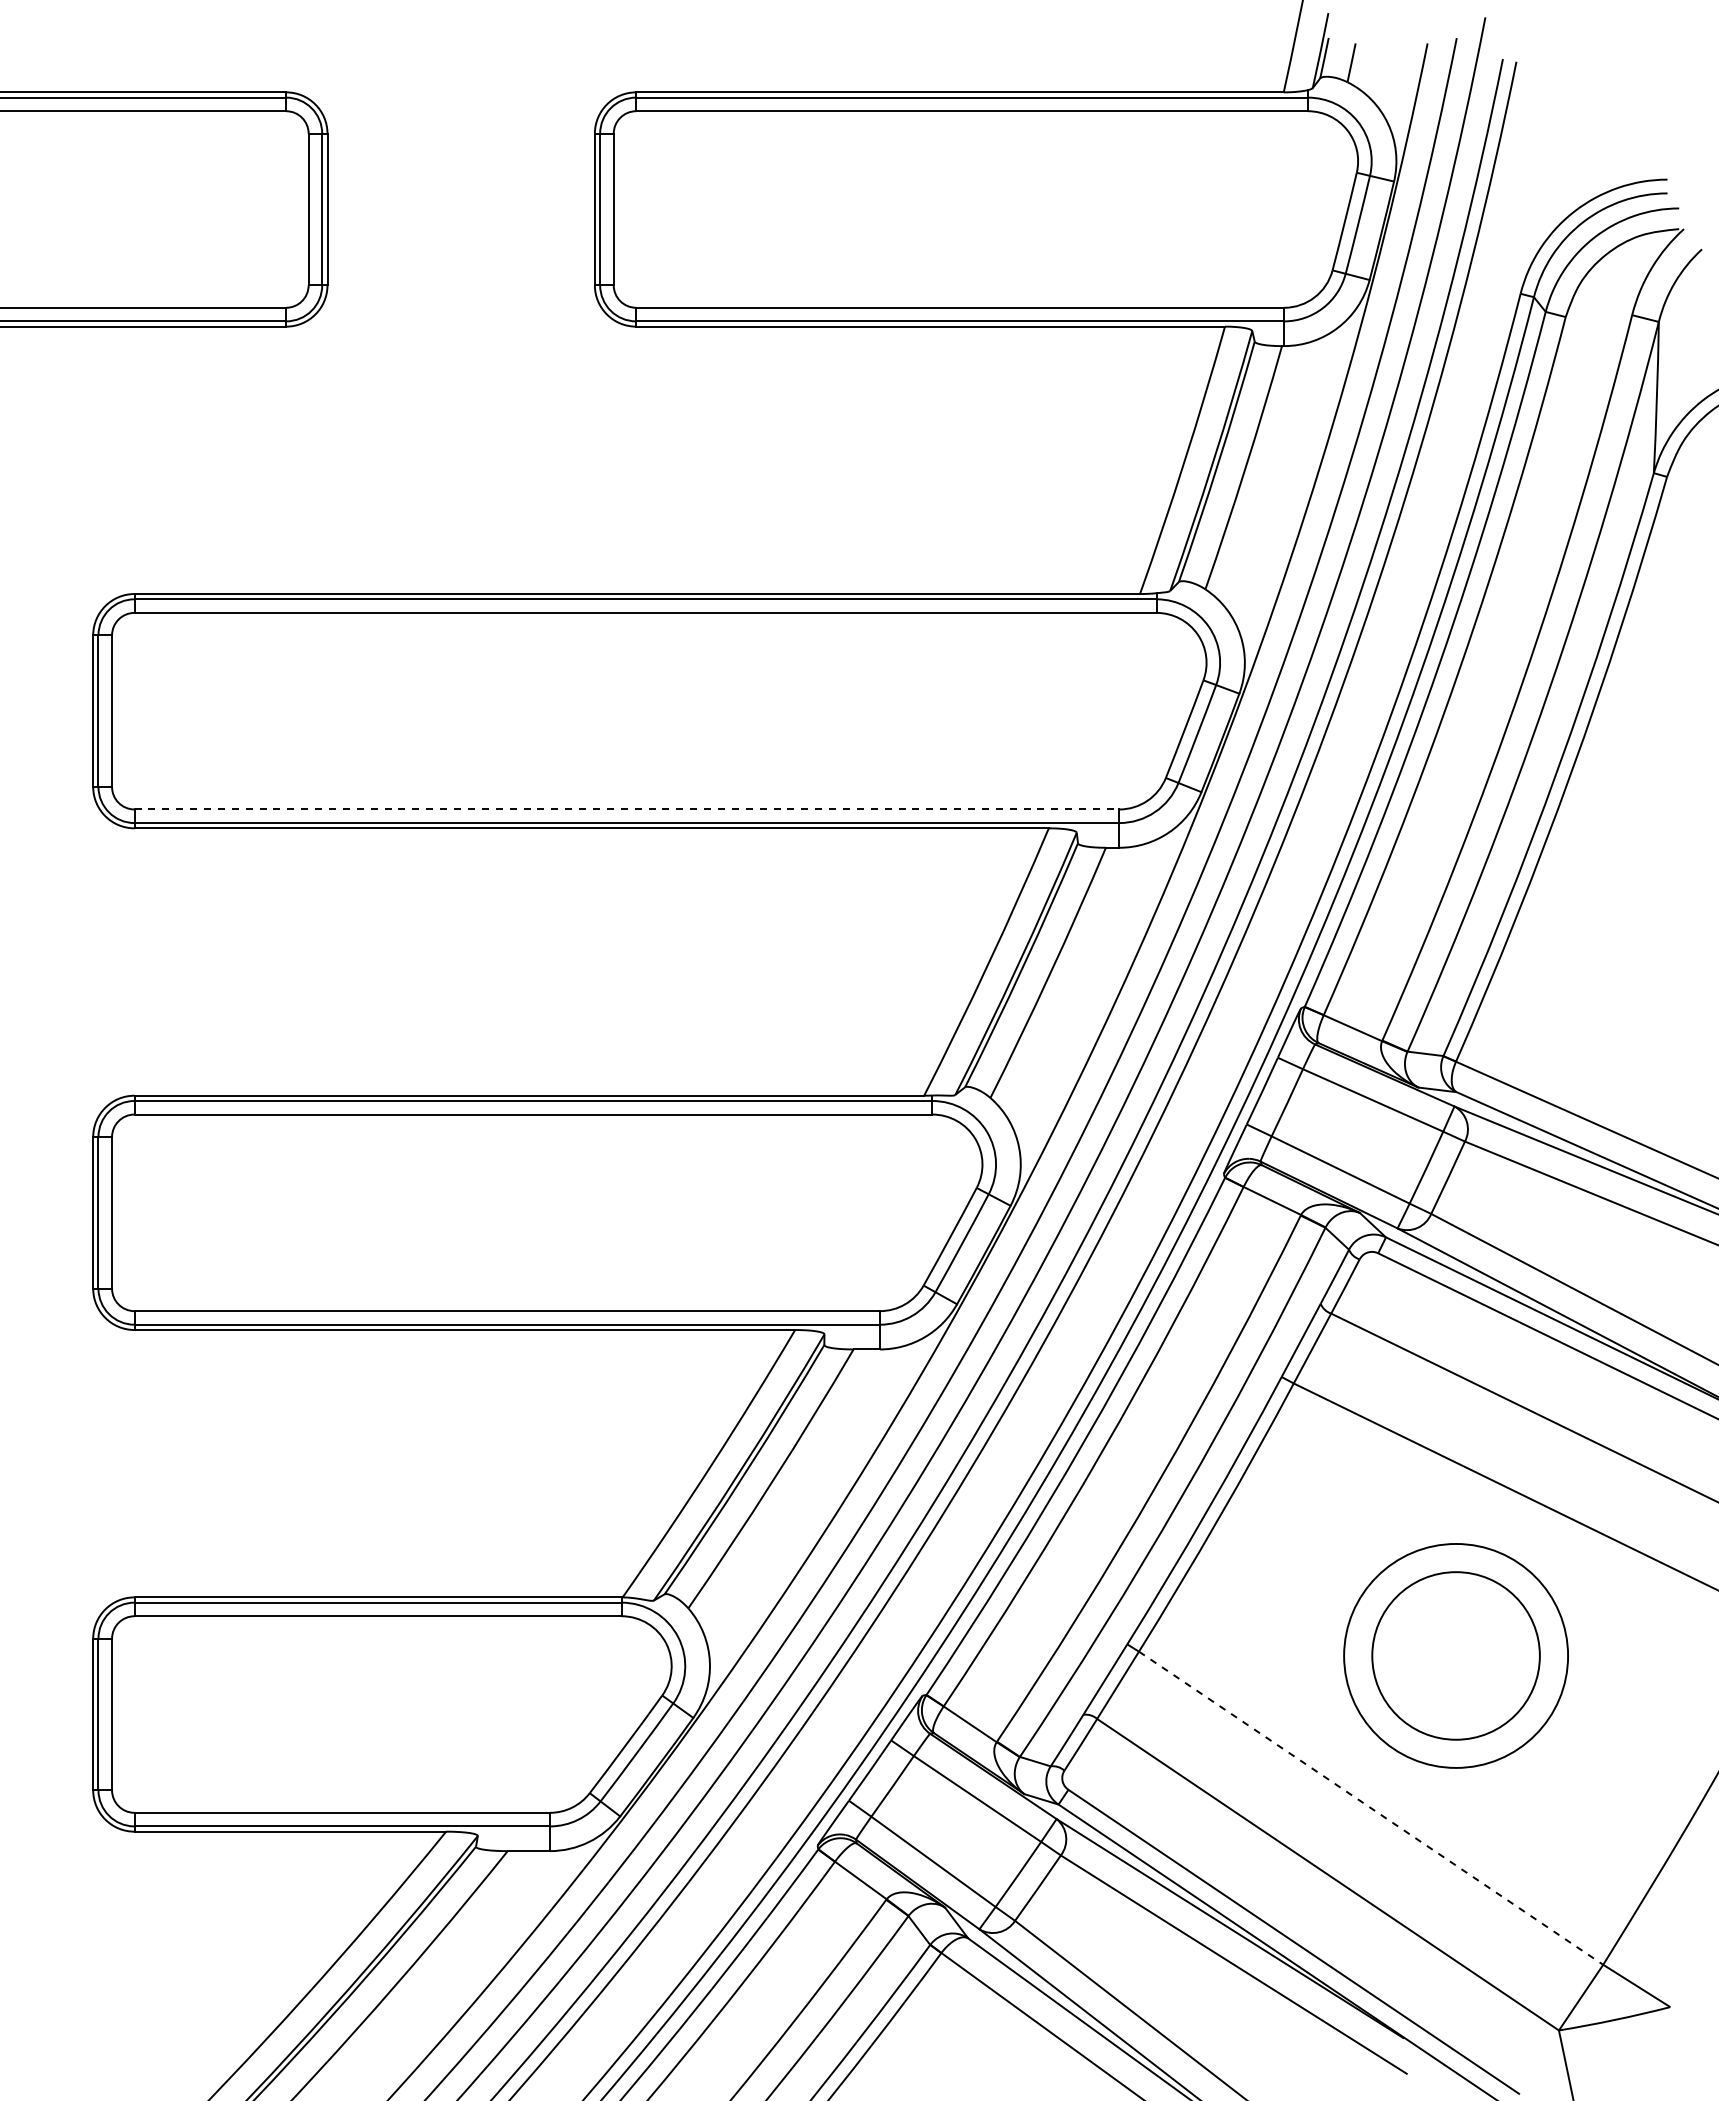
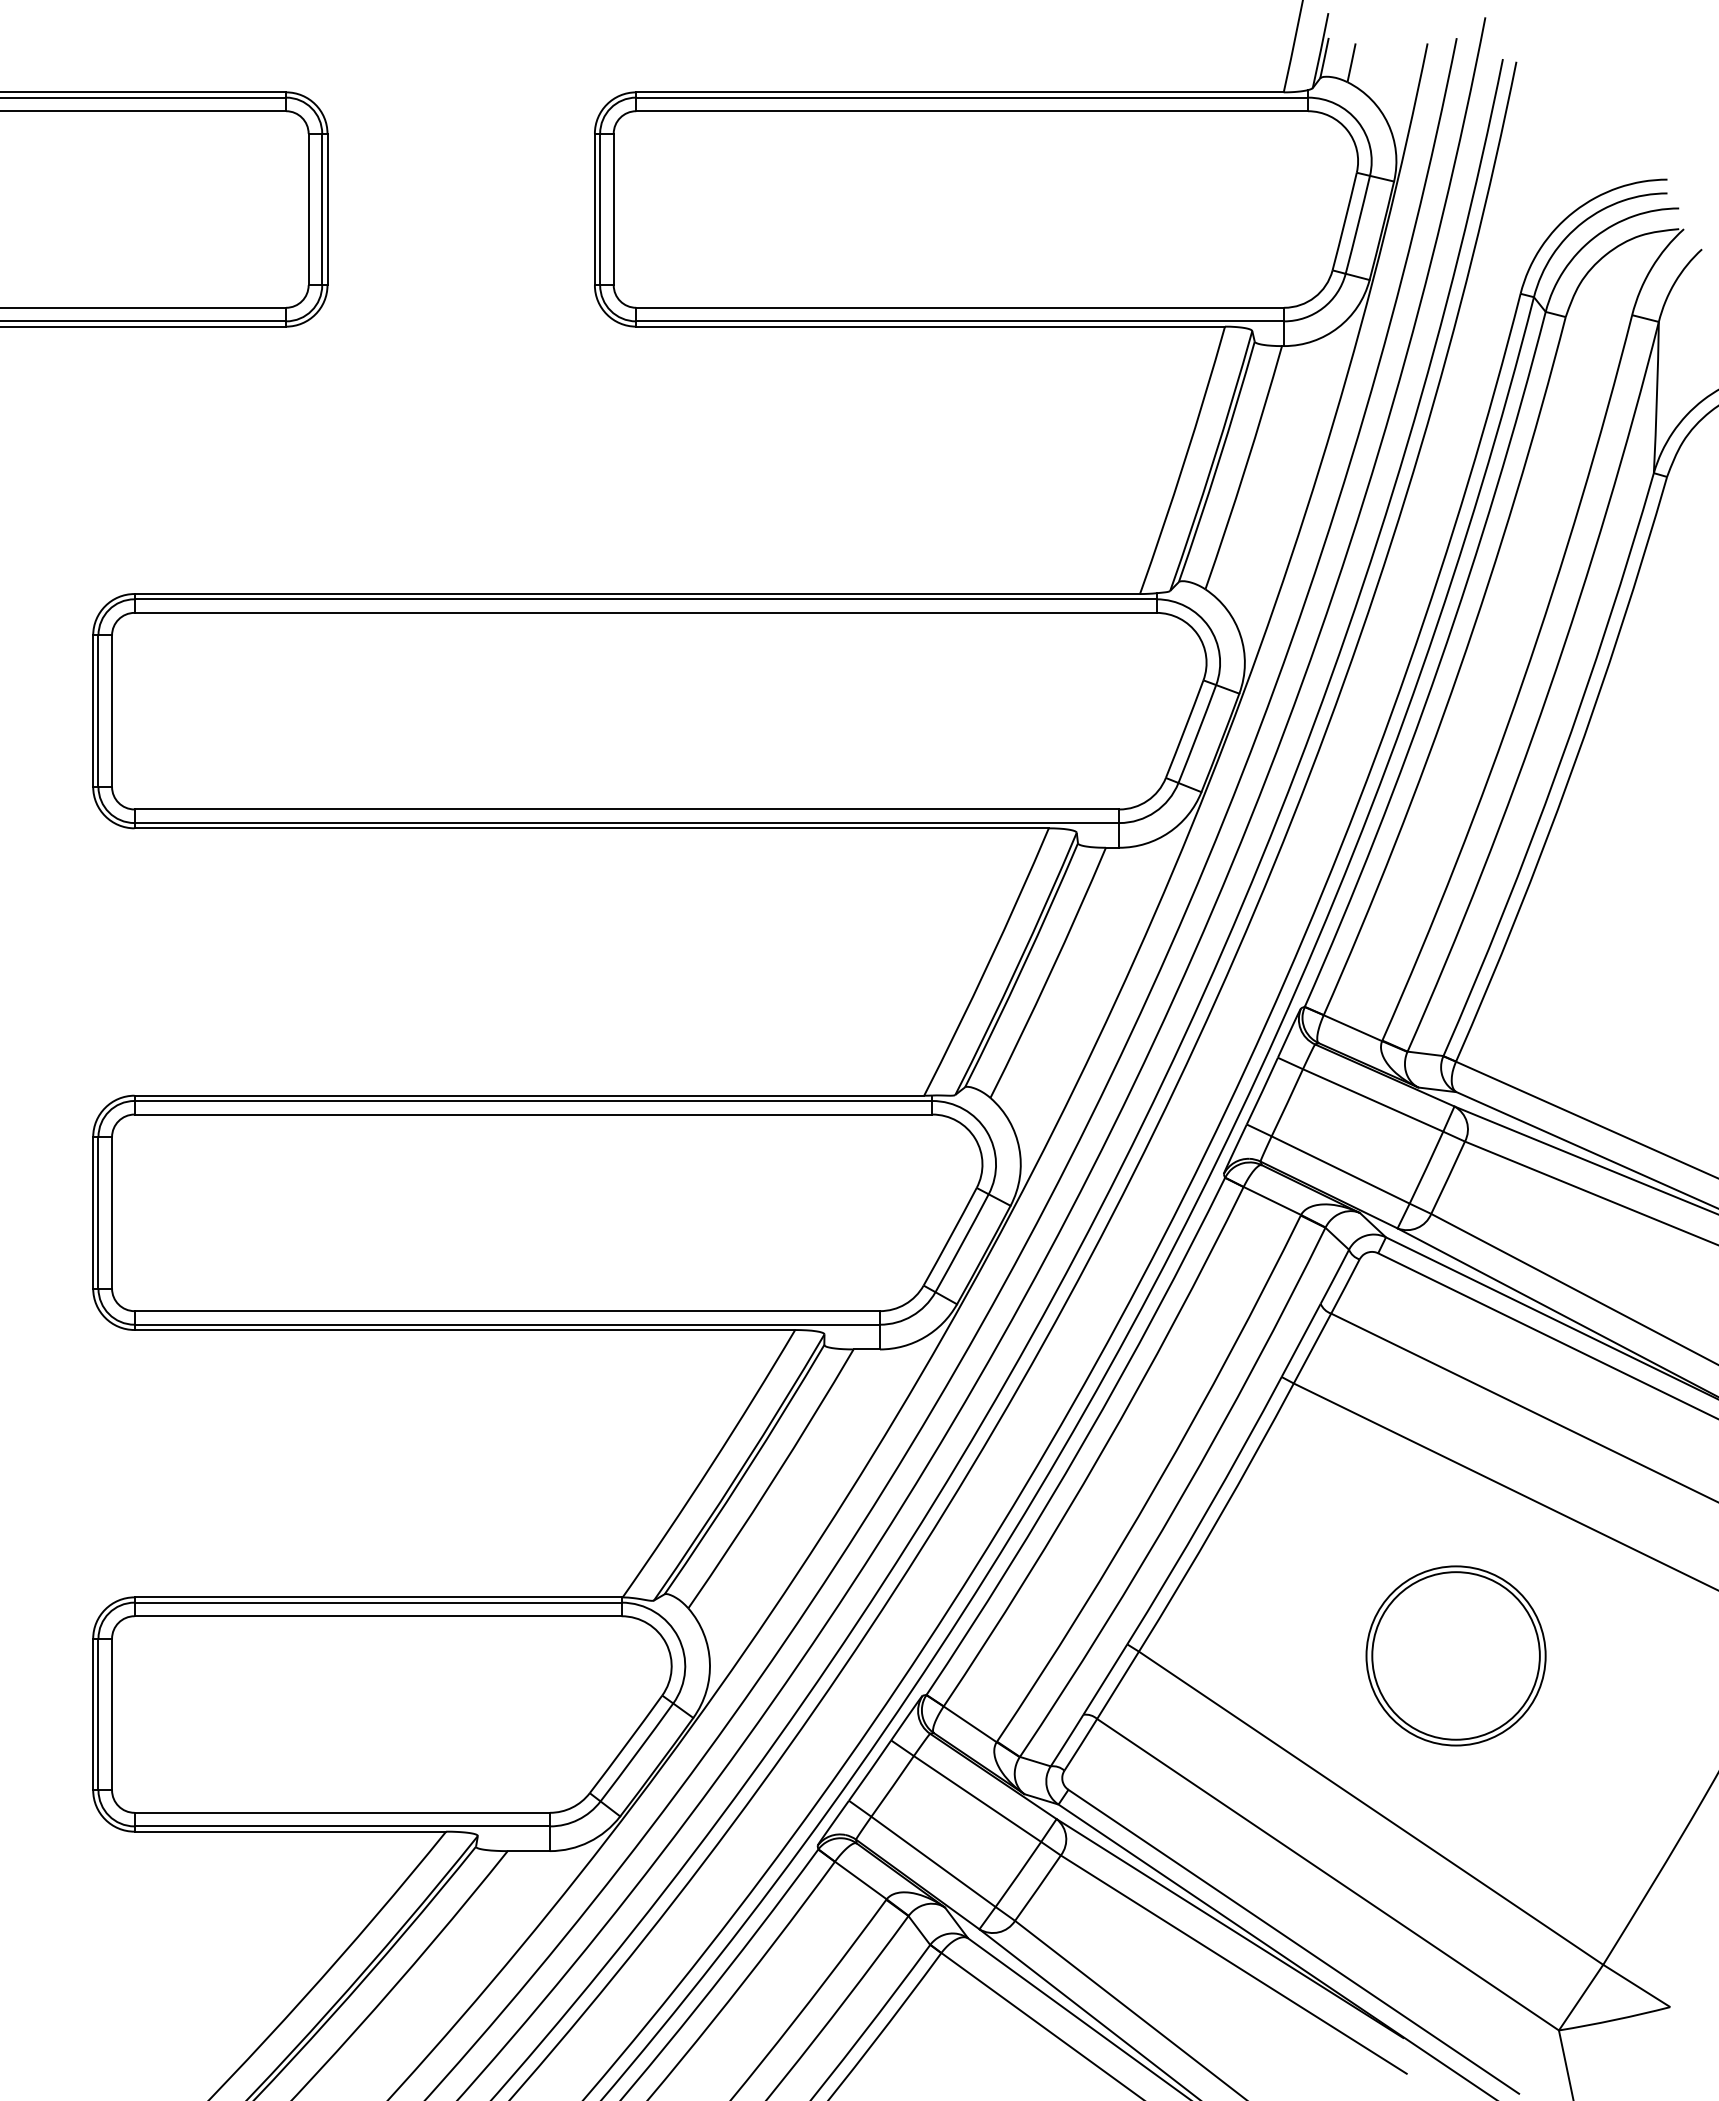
line at (627, 809): dashed -> solid
circle at (1456, 1655) diameter: 224 px -> 179 px
line at (1371, 1808): dashed -> solid
